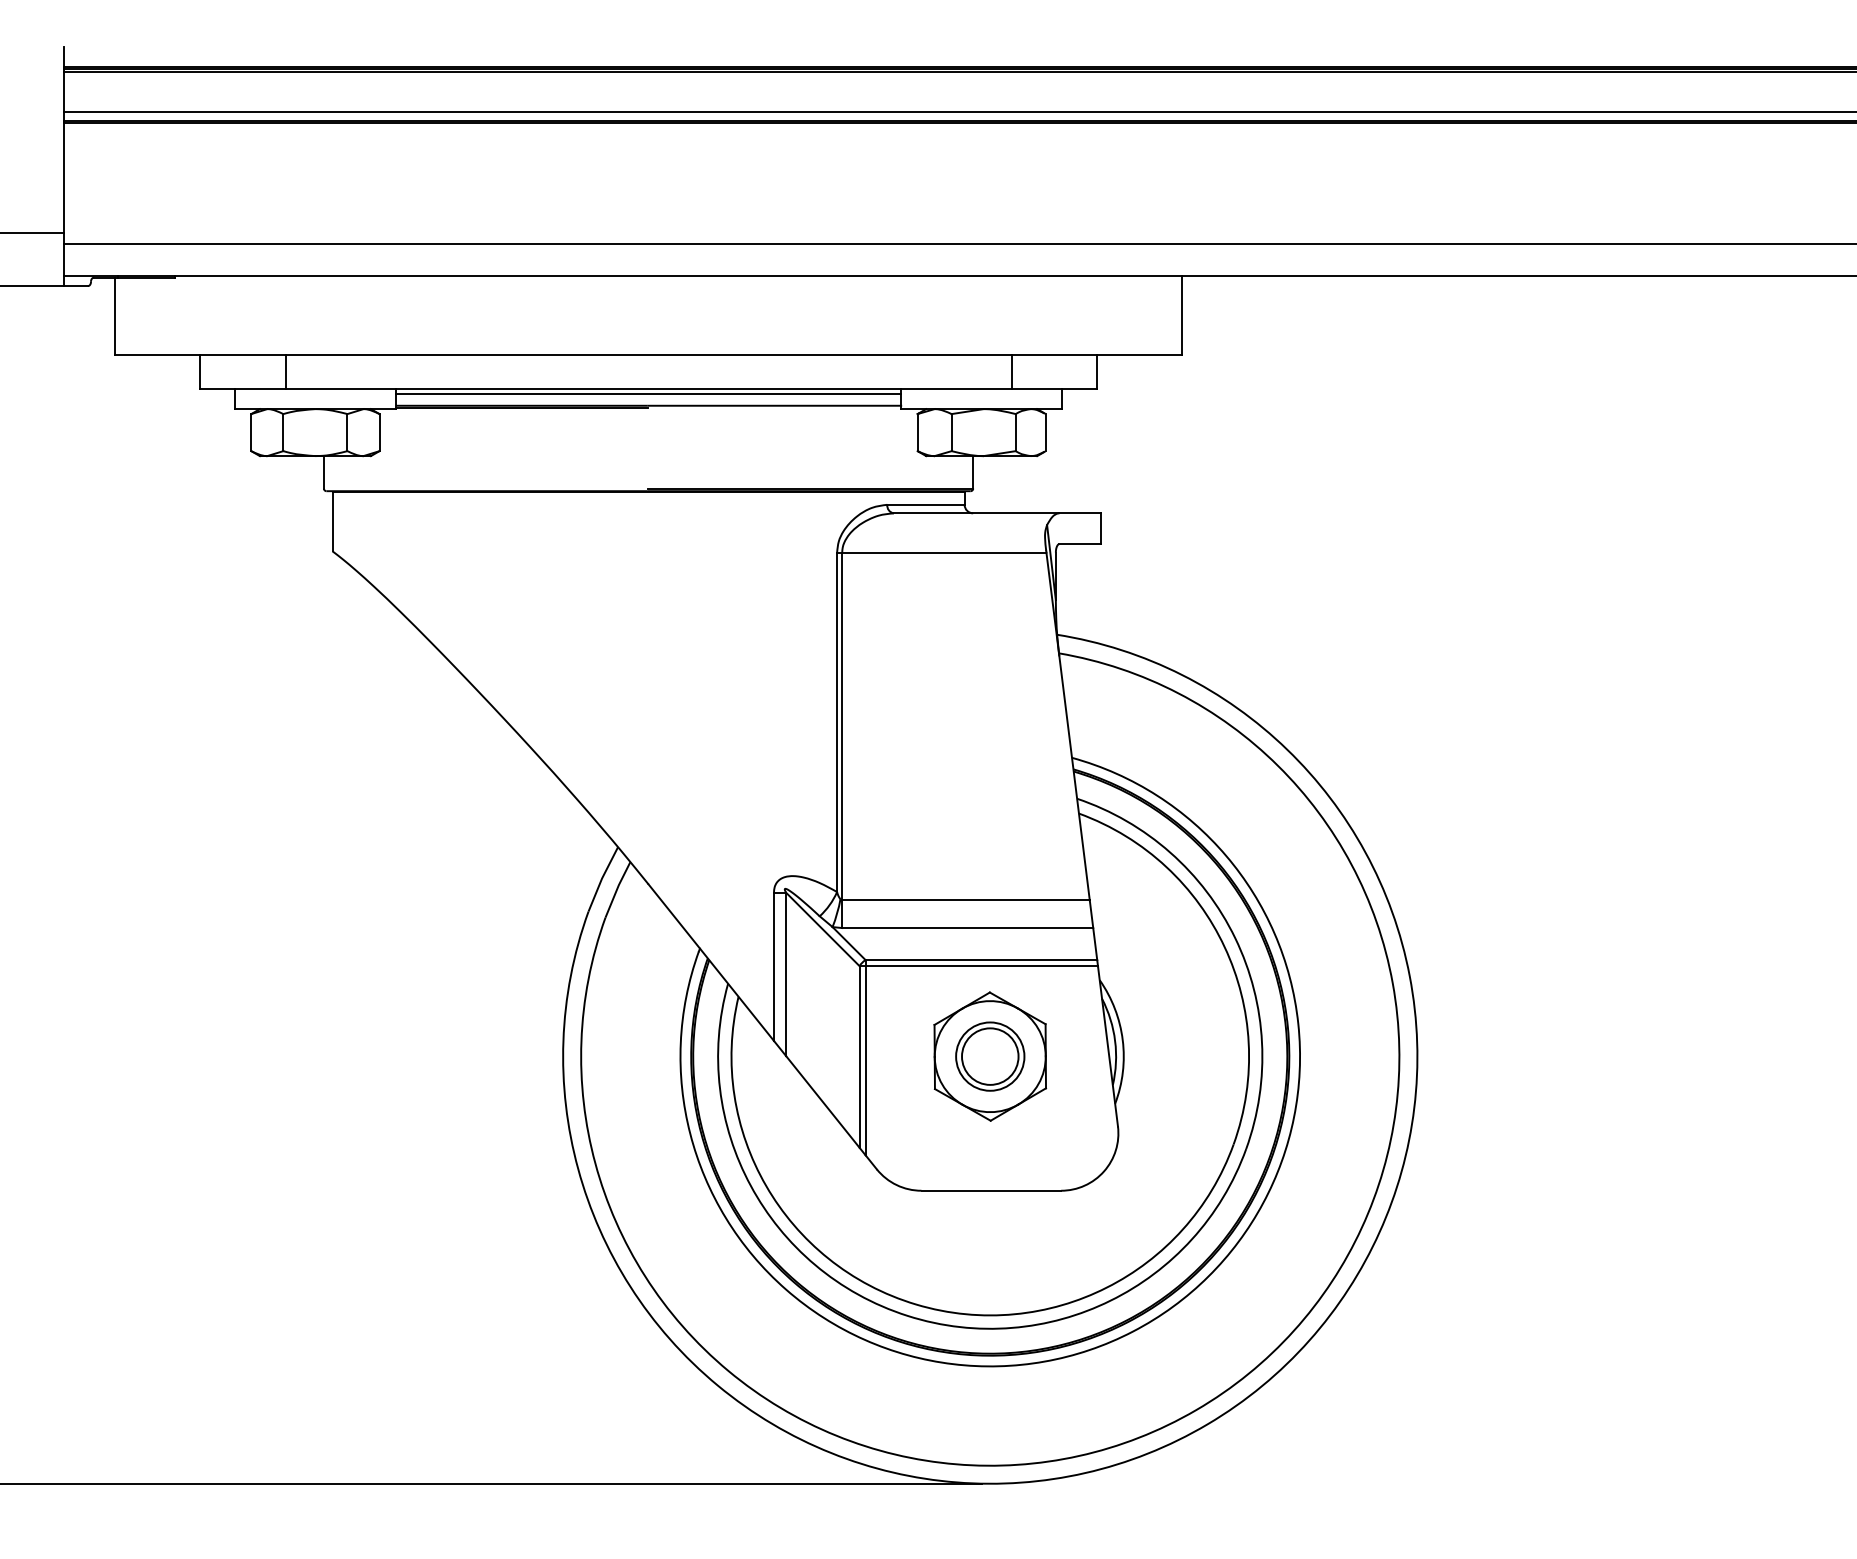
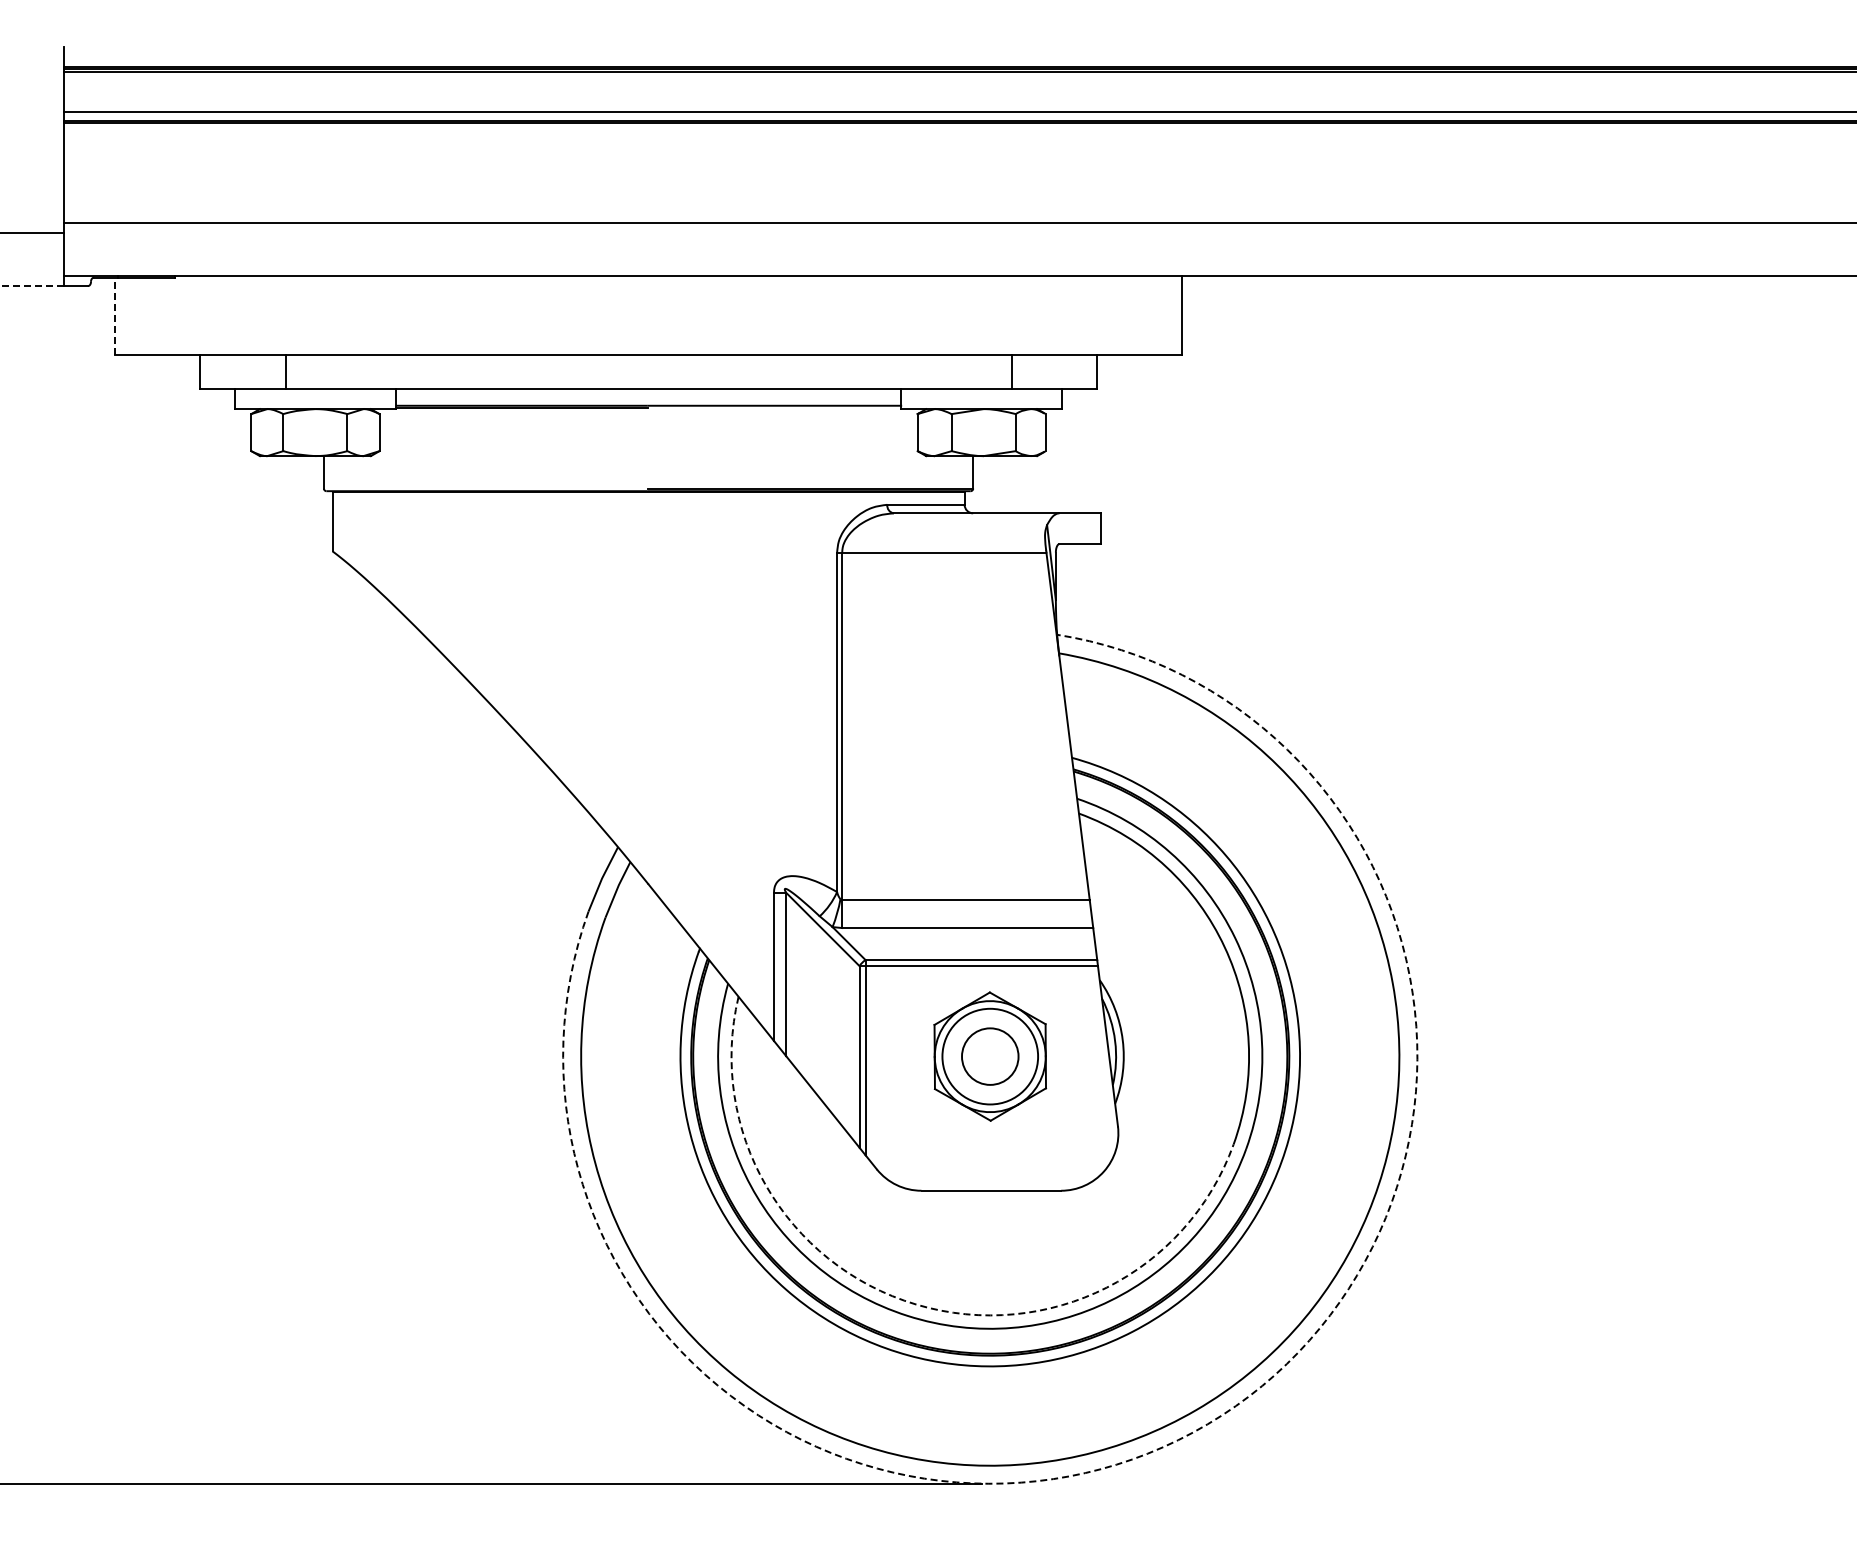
line at (958, 244) position: (958, 244) -> (958, 223)
line at (32, 286): solid -> dashed
line at (114, 316): solid -> dashed
line at (648, 394): present -> none
circle at (990, 1056) diameter: 68 px -> 96 px
arc at (916, 1304): solid -> dashed
arc at (1207, 1424): solid -> dashed
